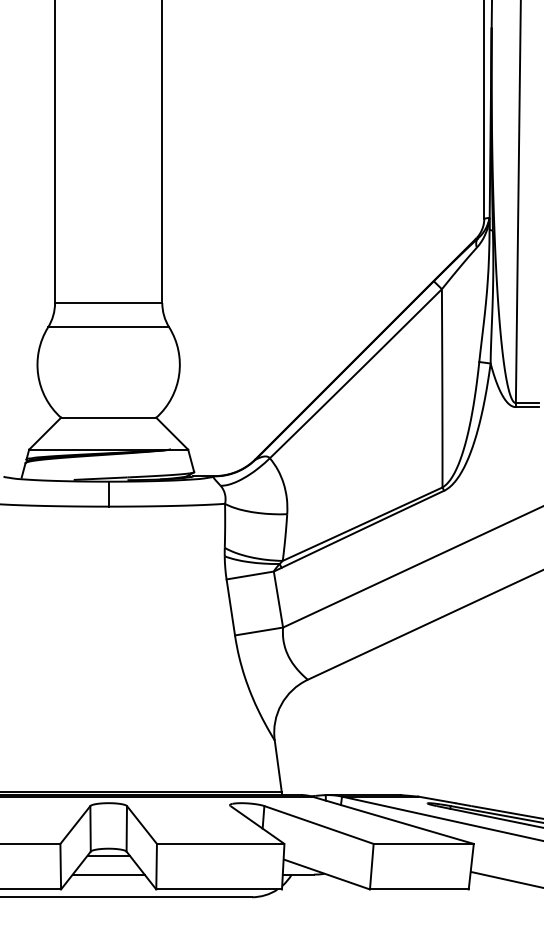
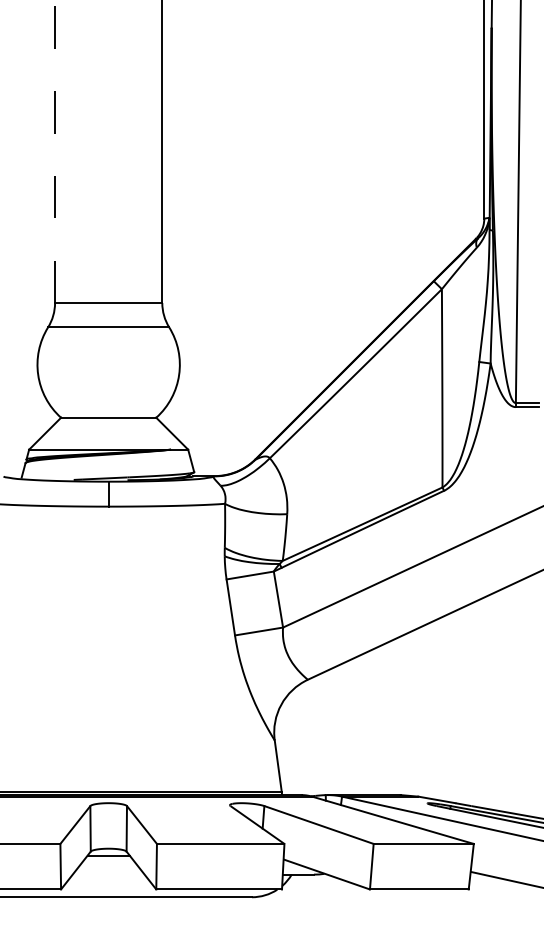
line at (55, 151): solid -> dashed
line at (108, 874): present -> none
